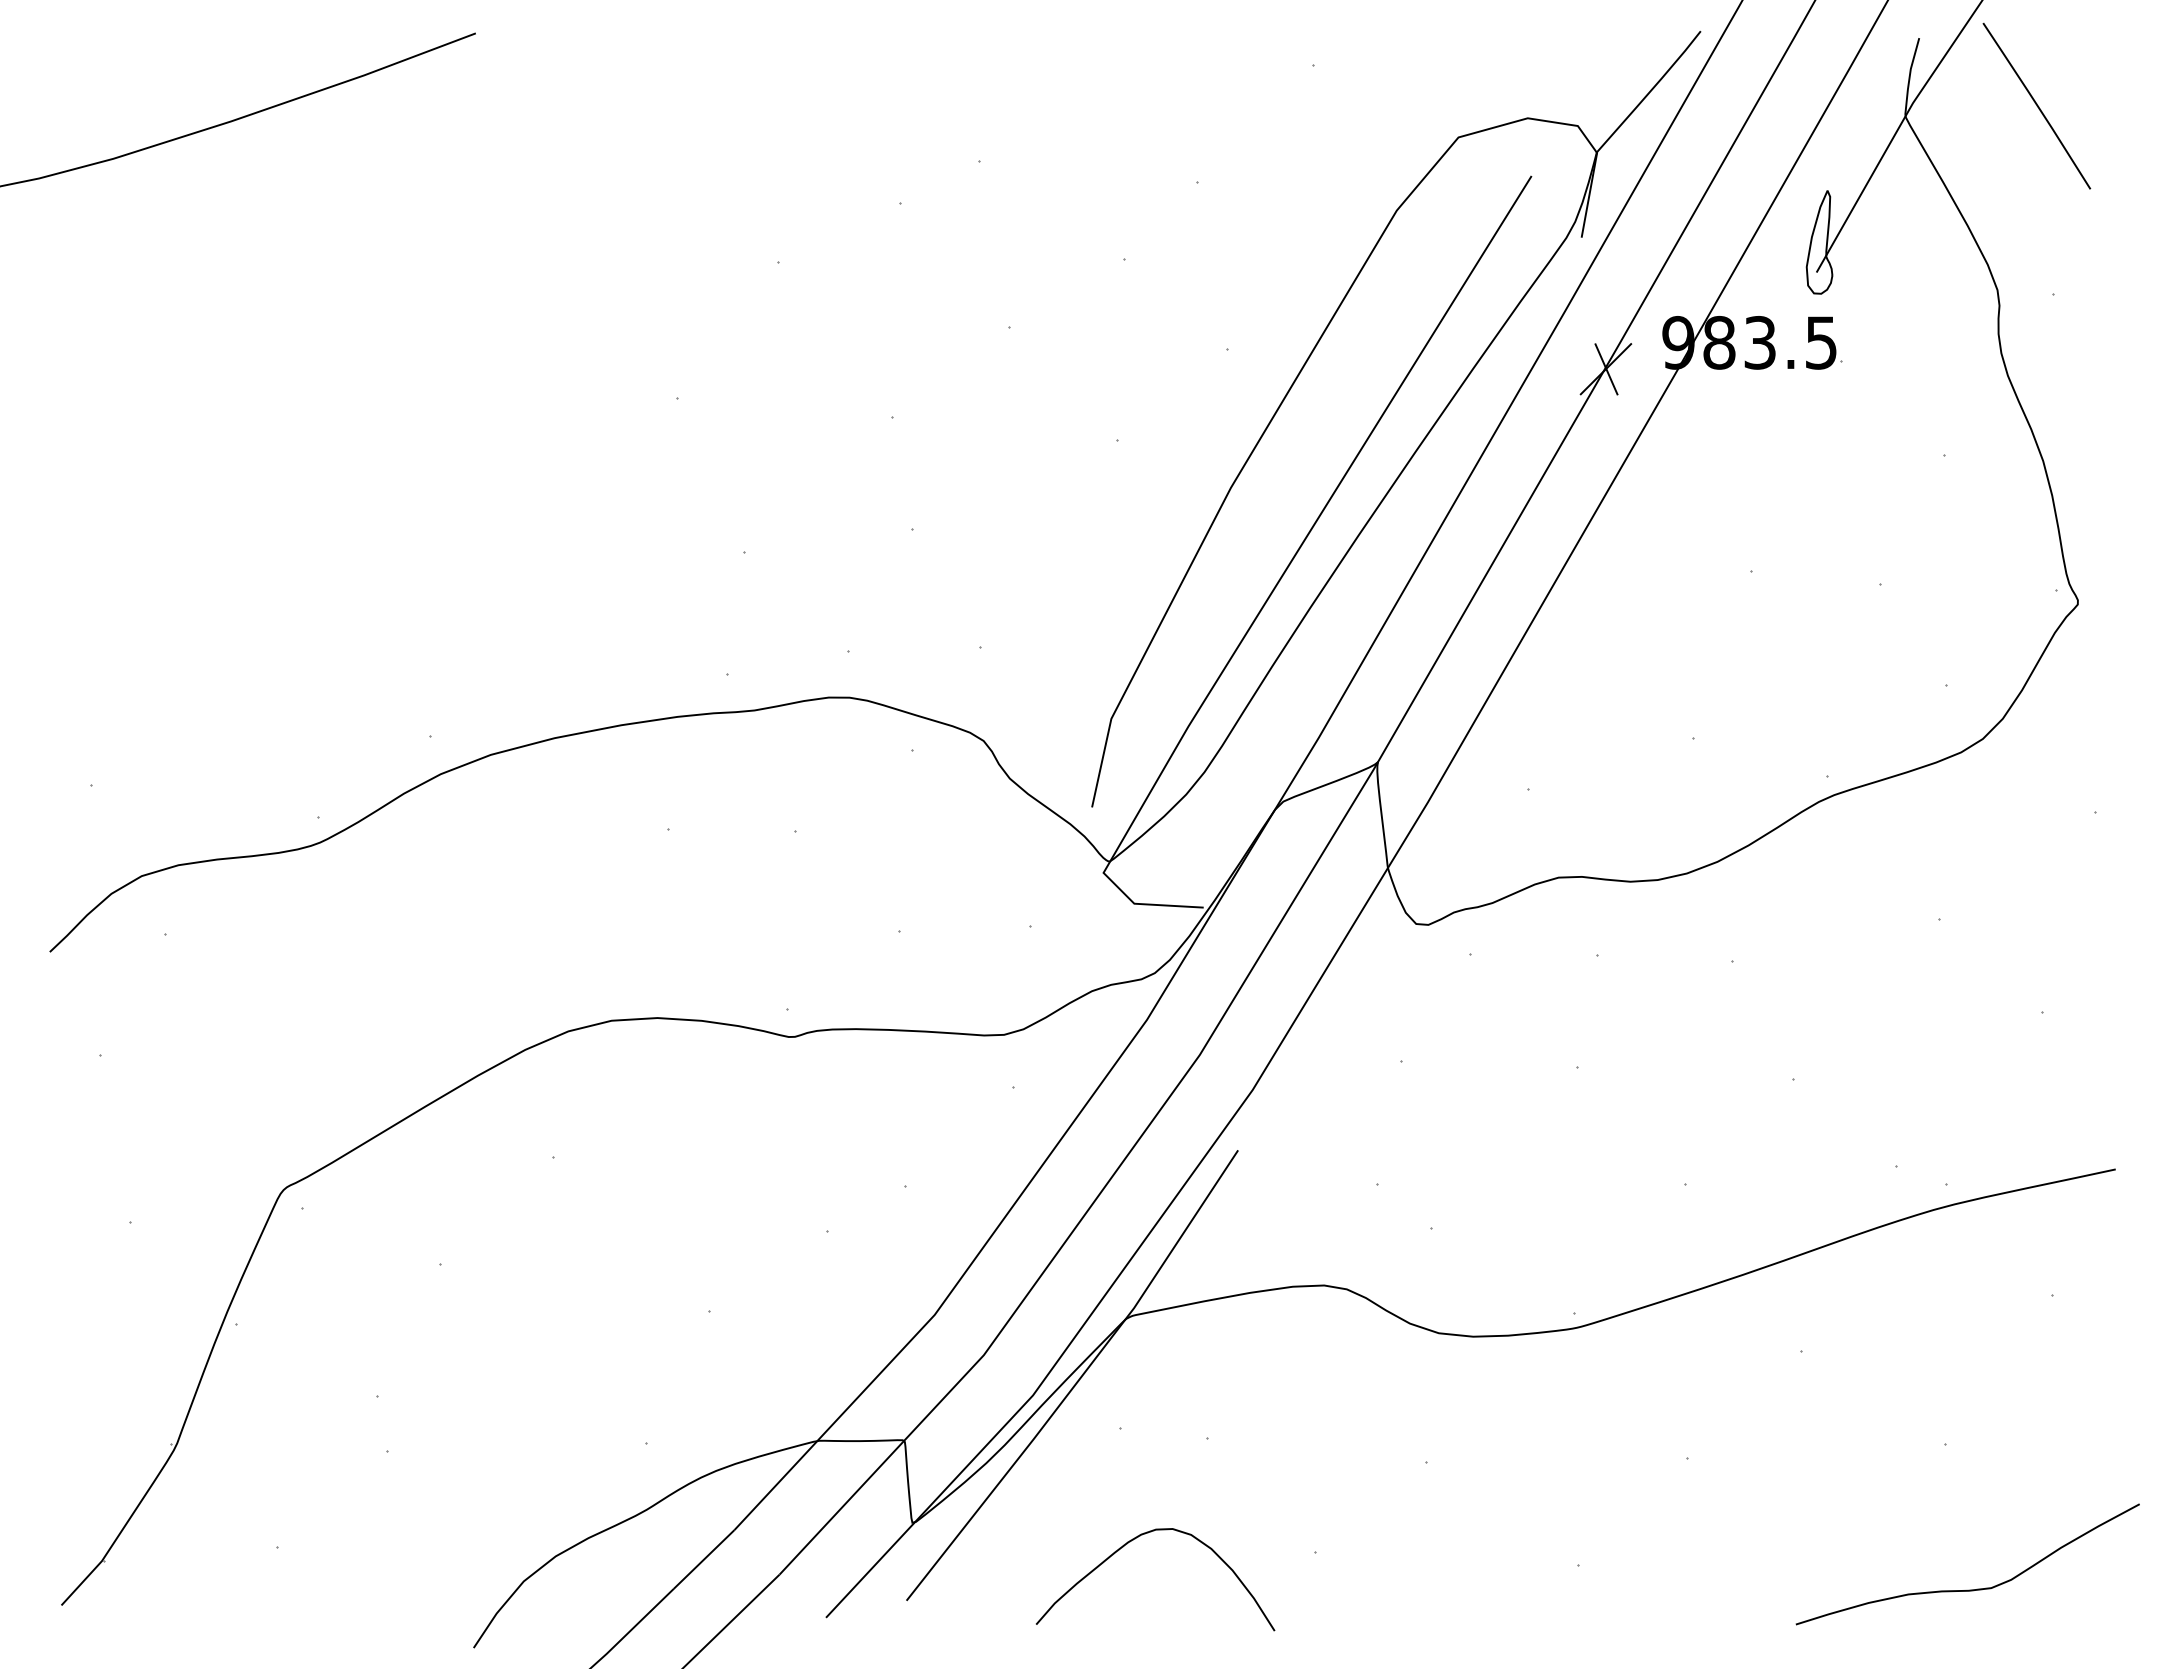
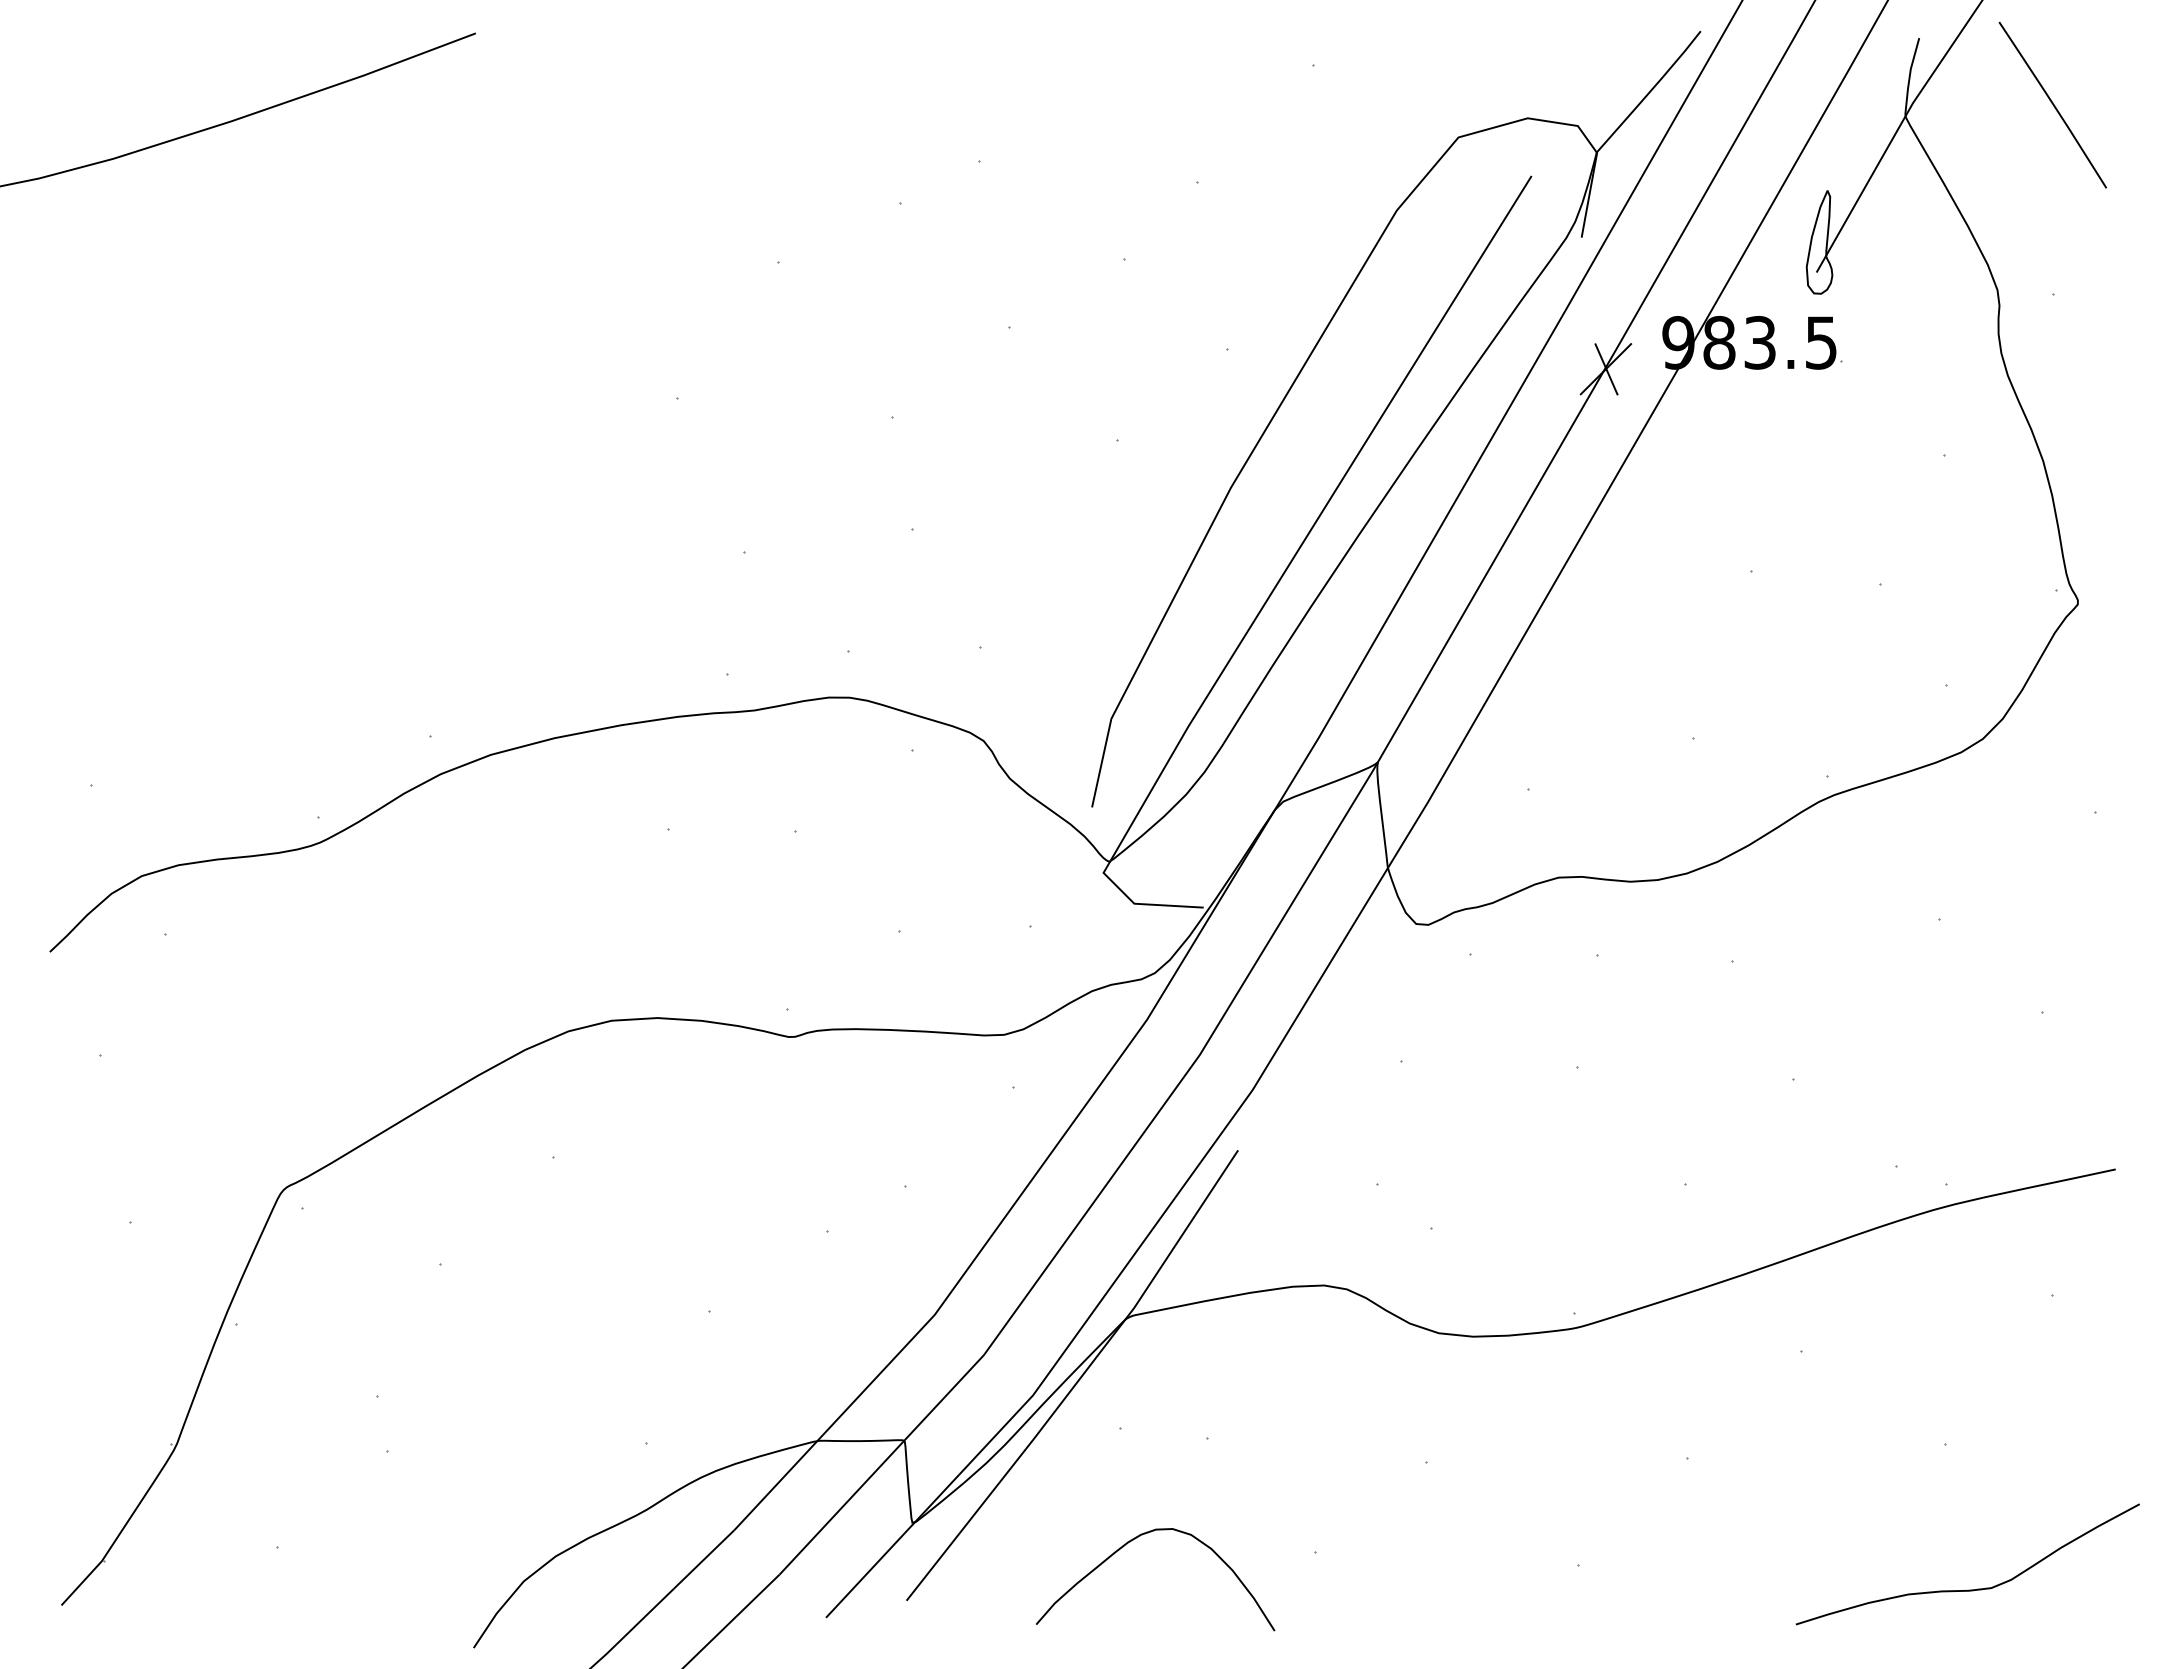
line at (2036, 105) position: (2036, 105) -> (2052, 104)
